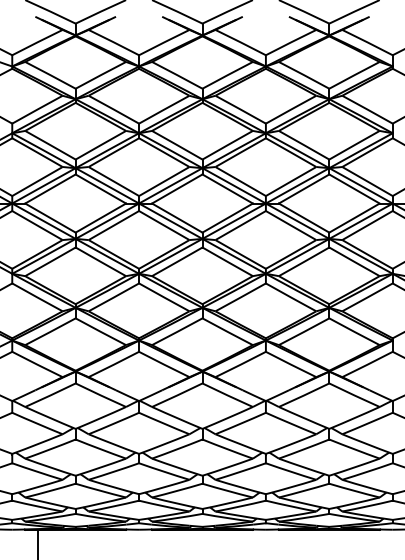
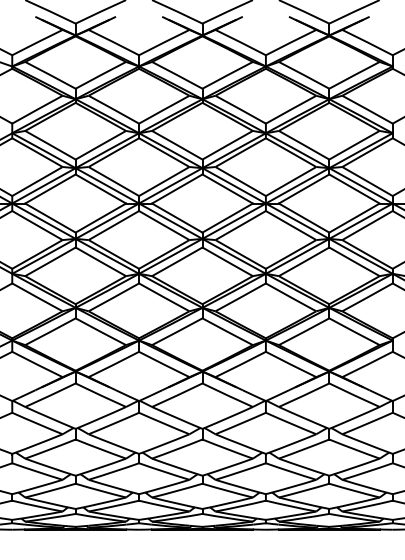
line at (37, 542): present -> none
